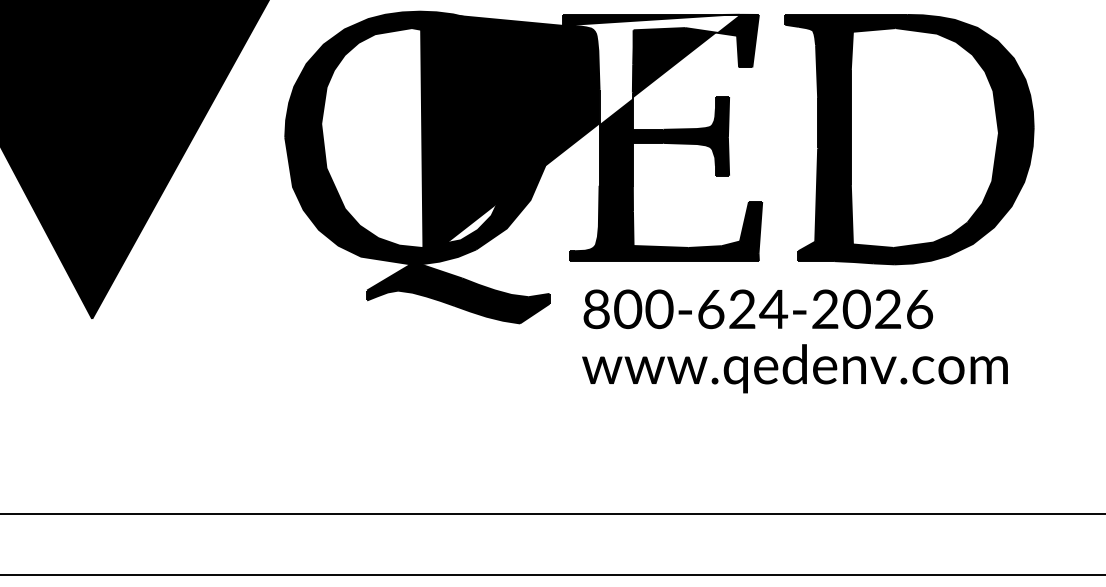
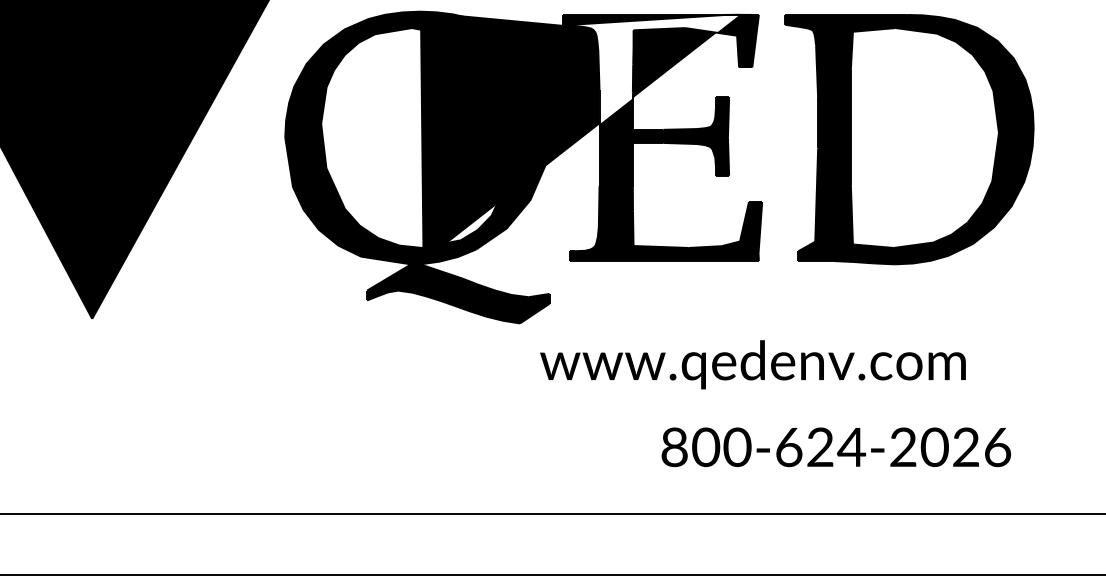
text at (757, 309) position: (757, 309) -> (835, 447)
text at (794, 368) position: (794, 368) -> (752, 364)
